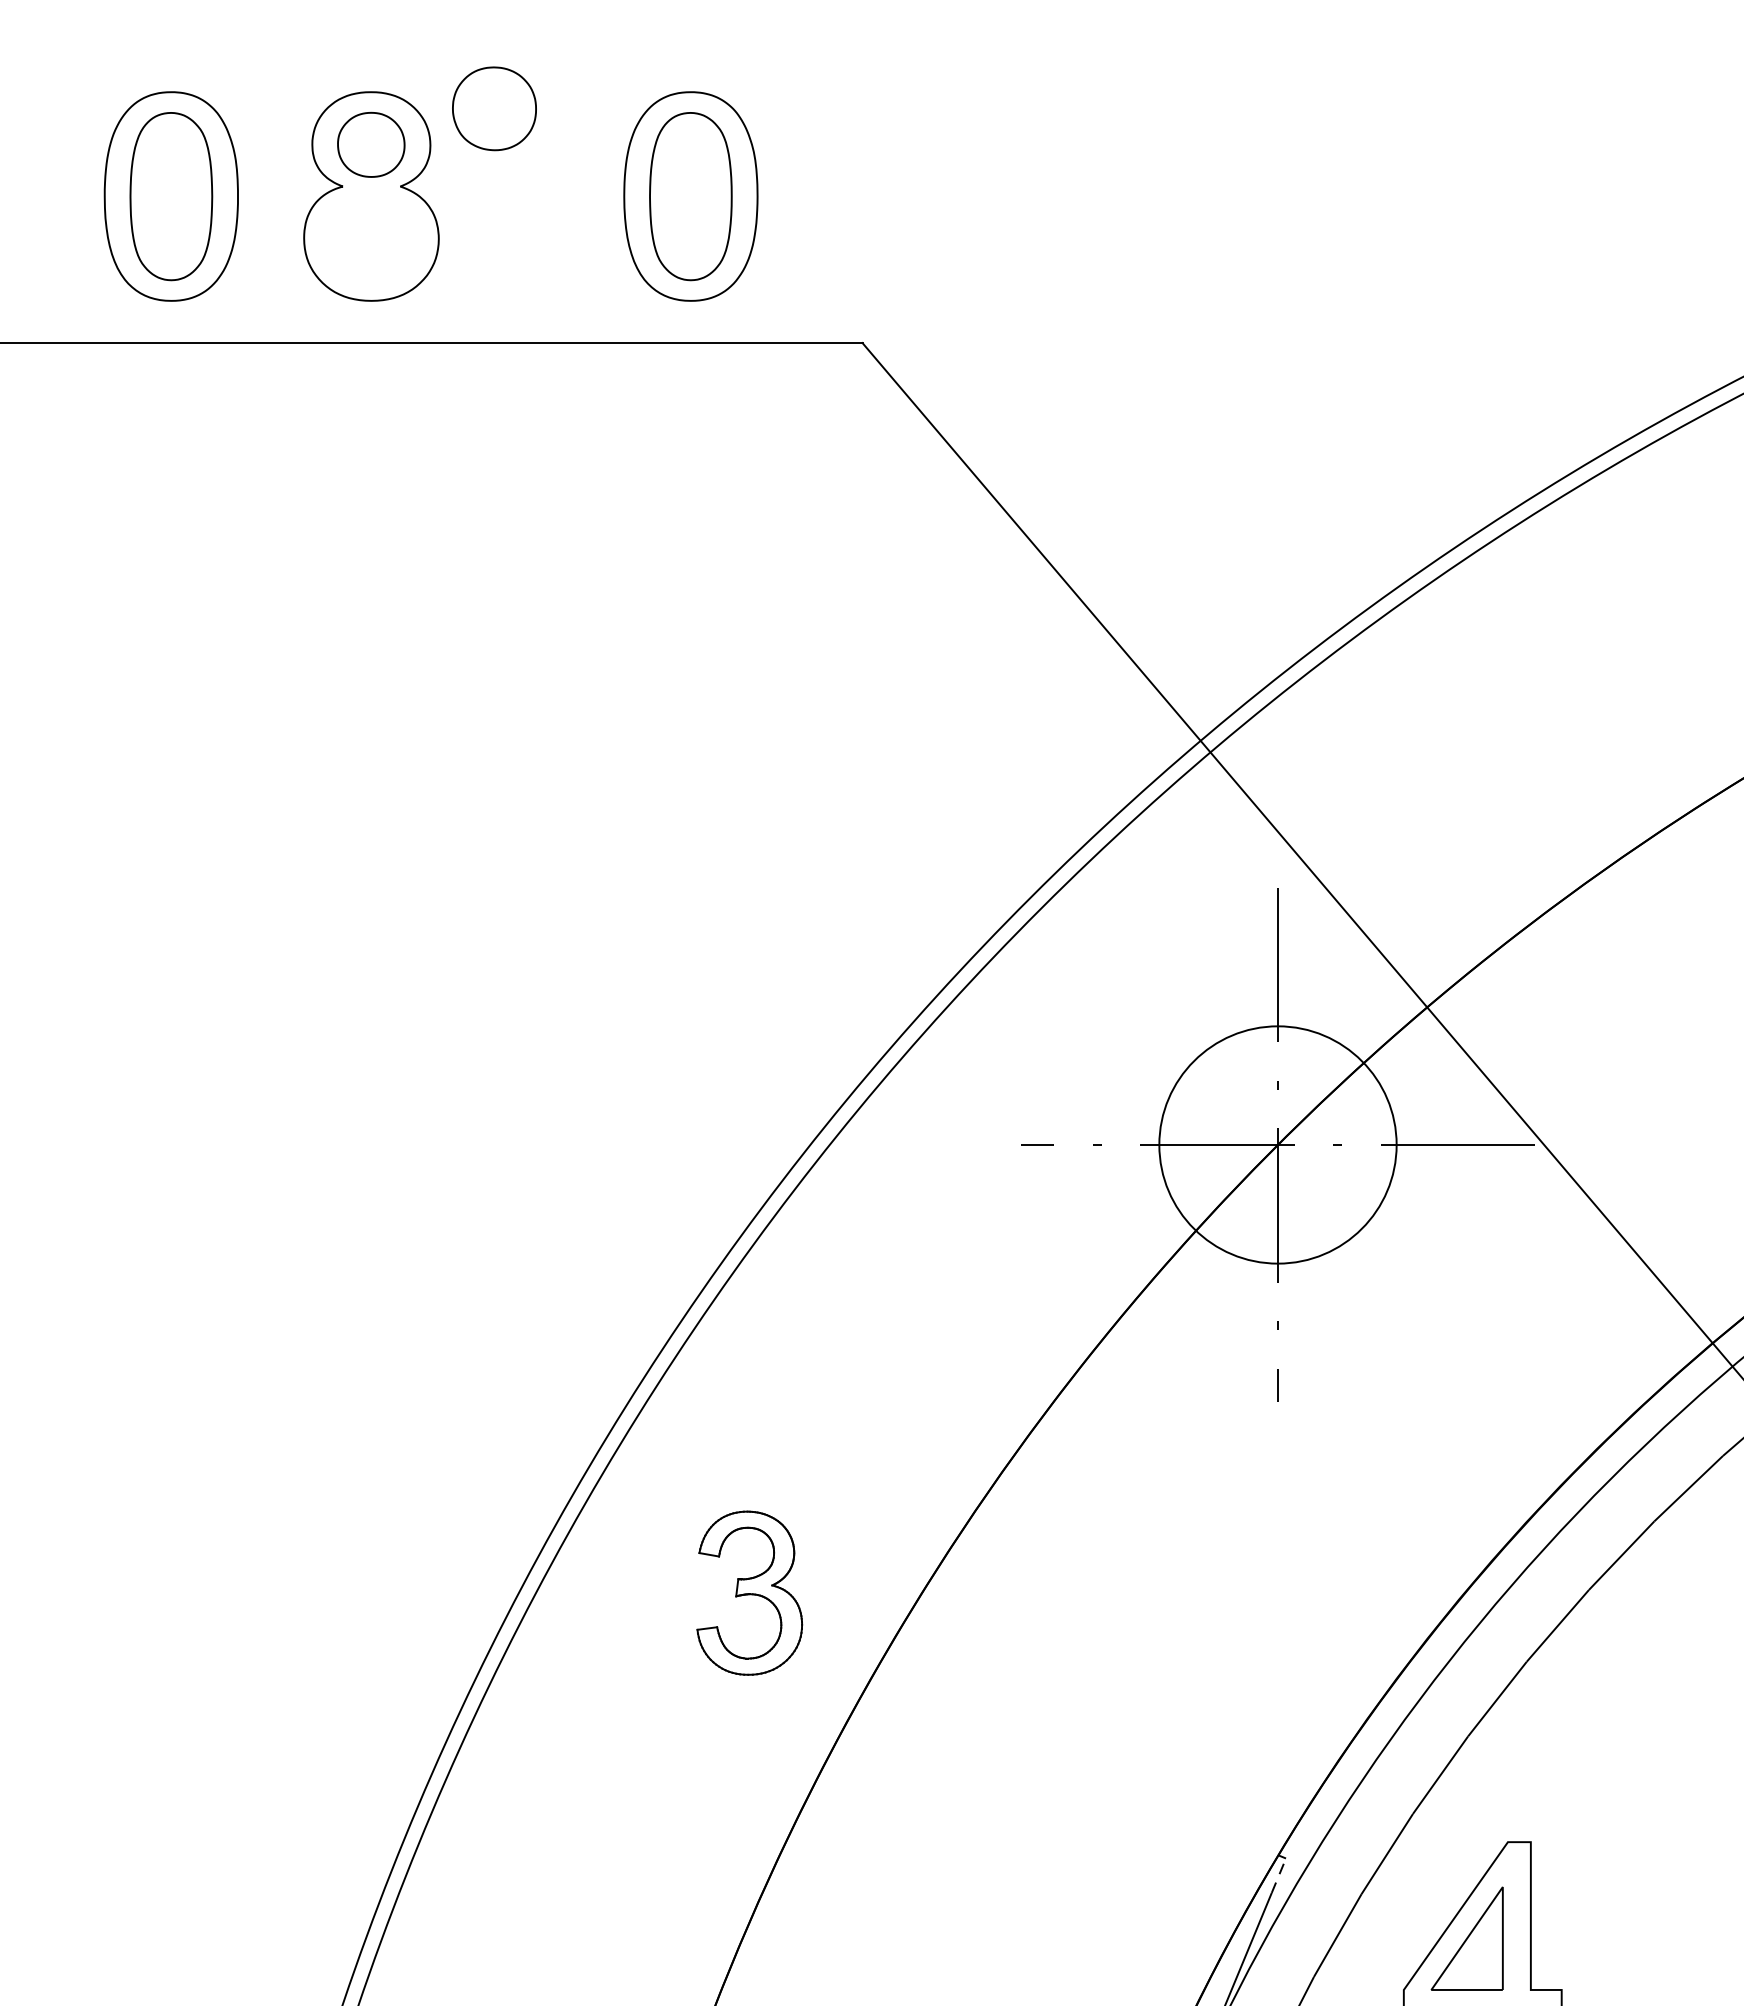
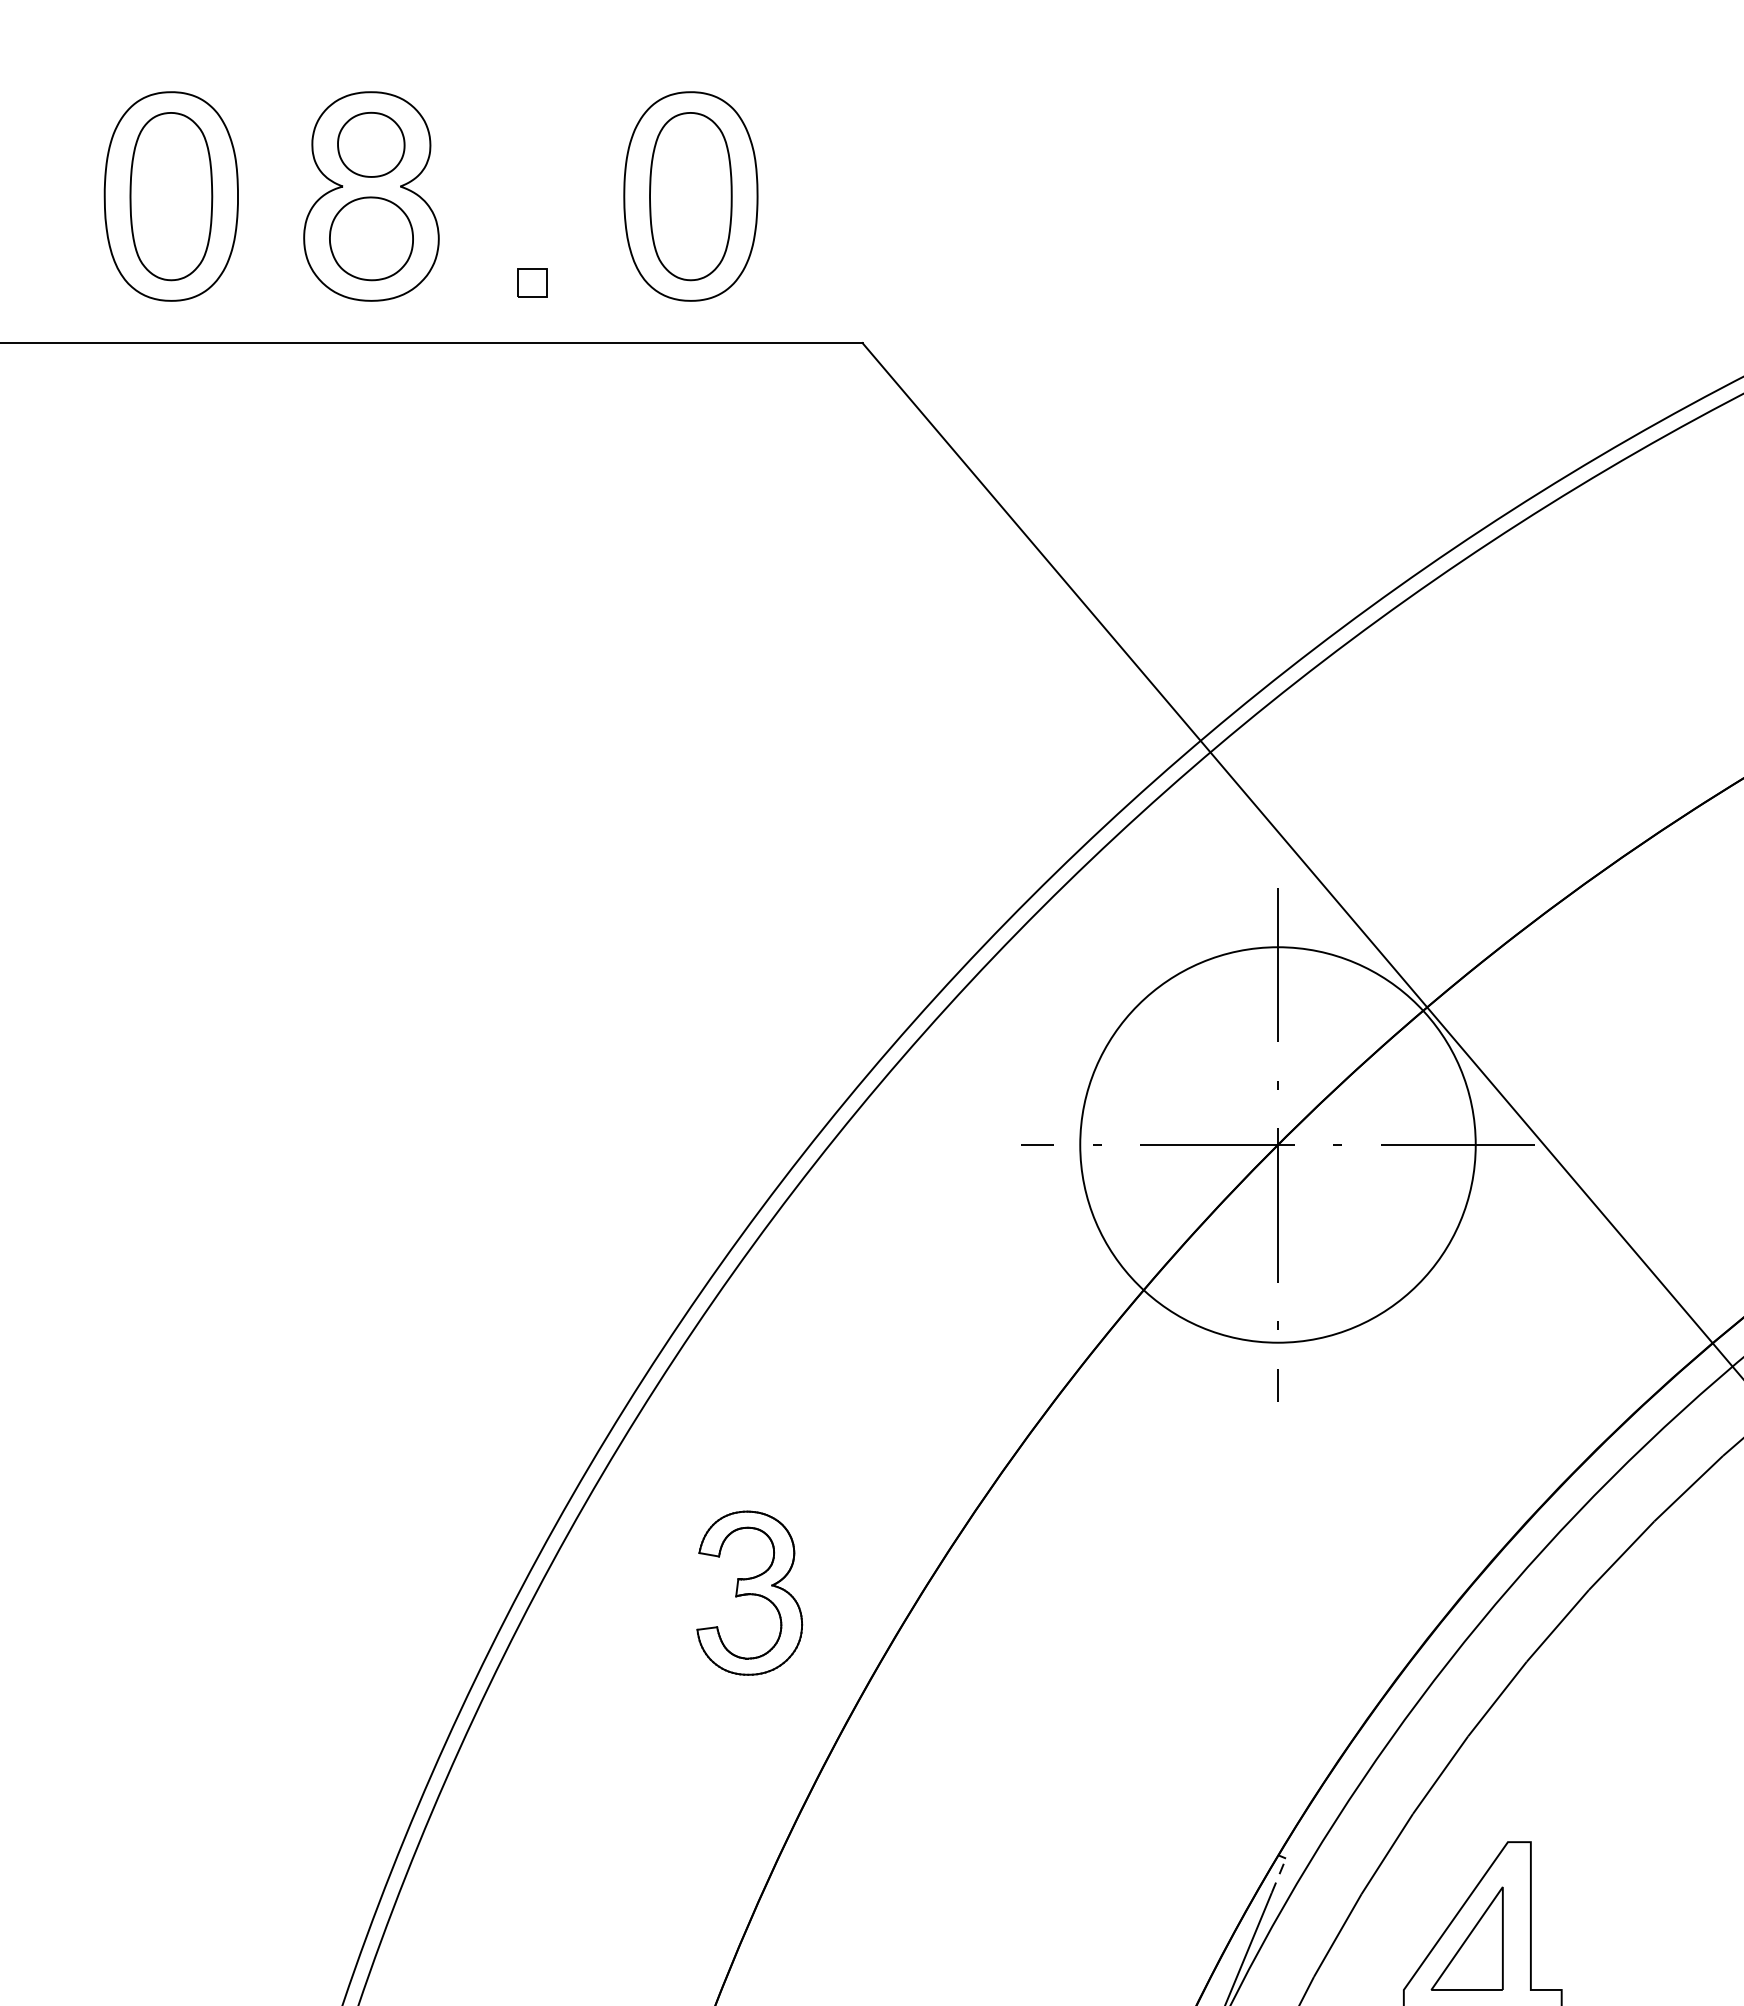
part at (494, 108) position: (494, 108) -> (371, 238)
part at (532, 282): none -> present
circle at (1277, 1144) diameter: 237 px -> 395 px
